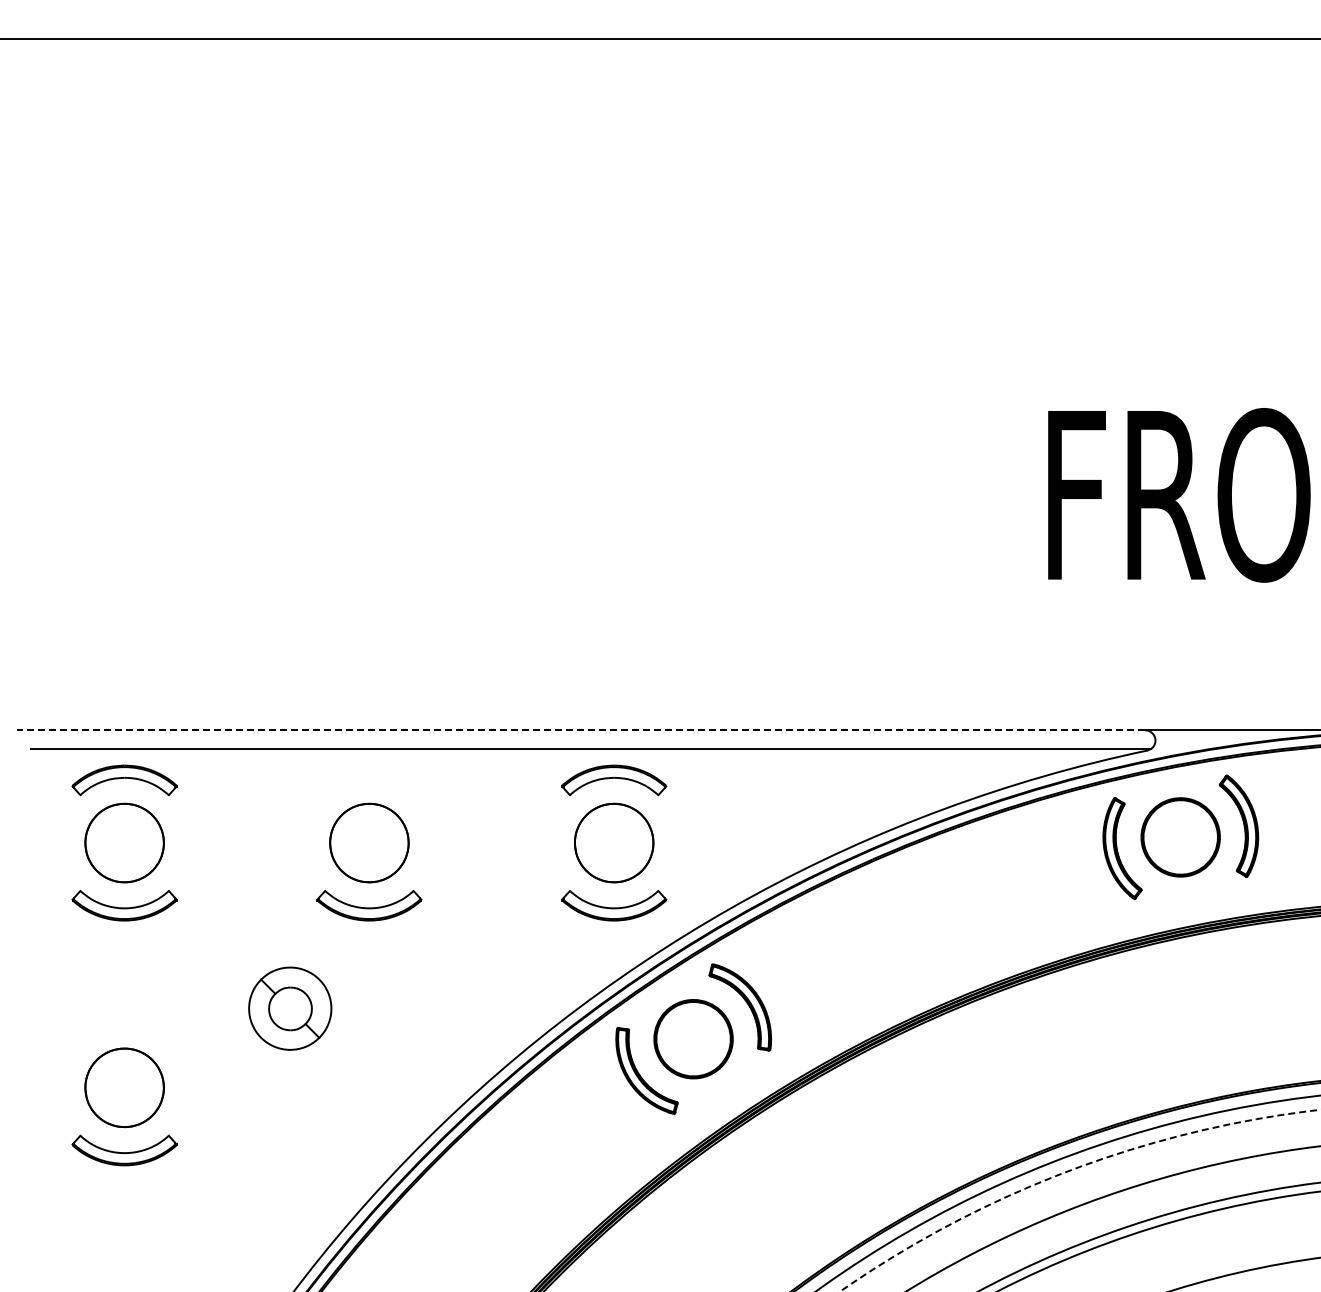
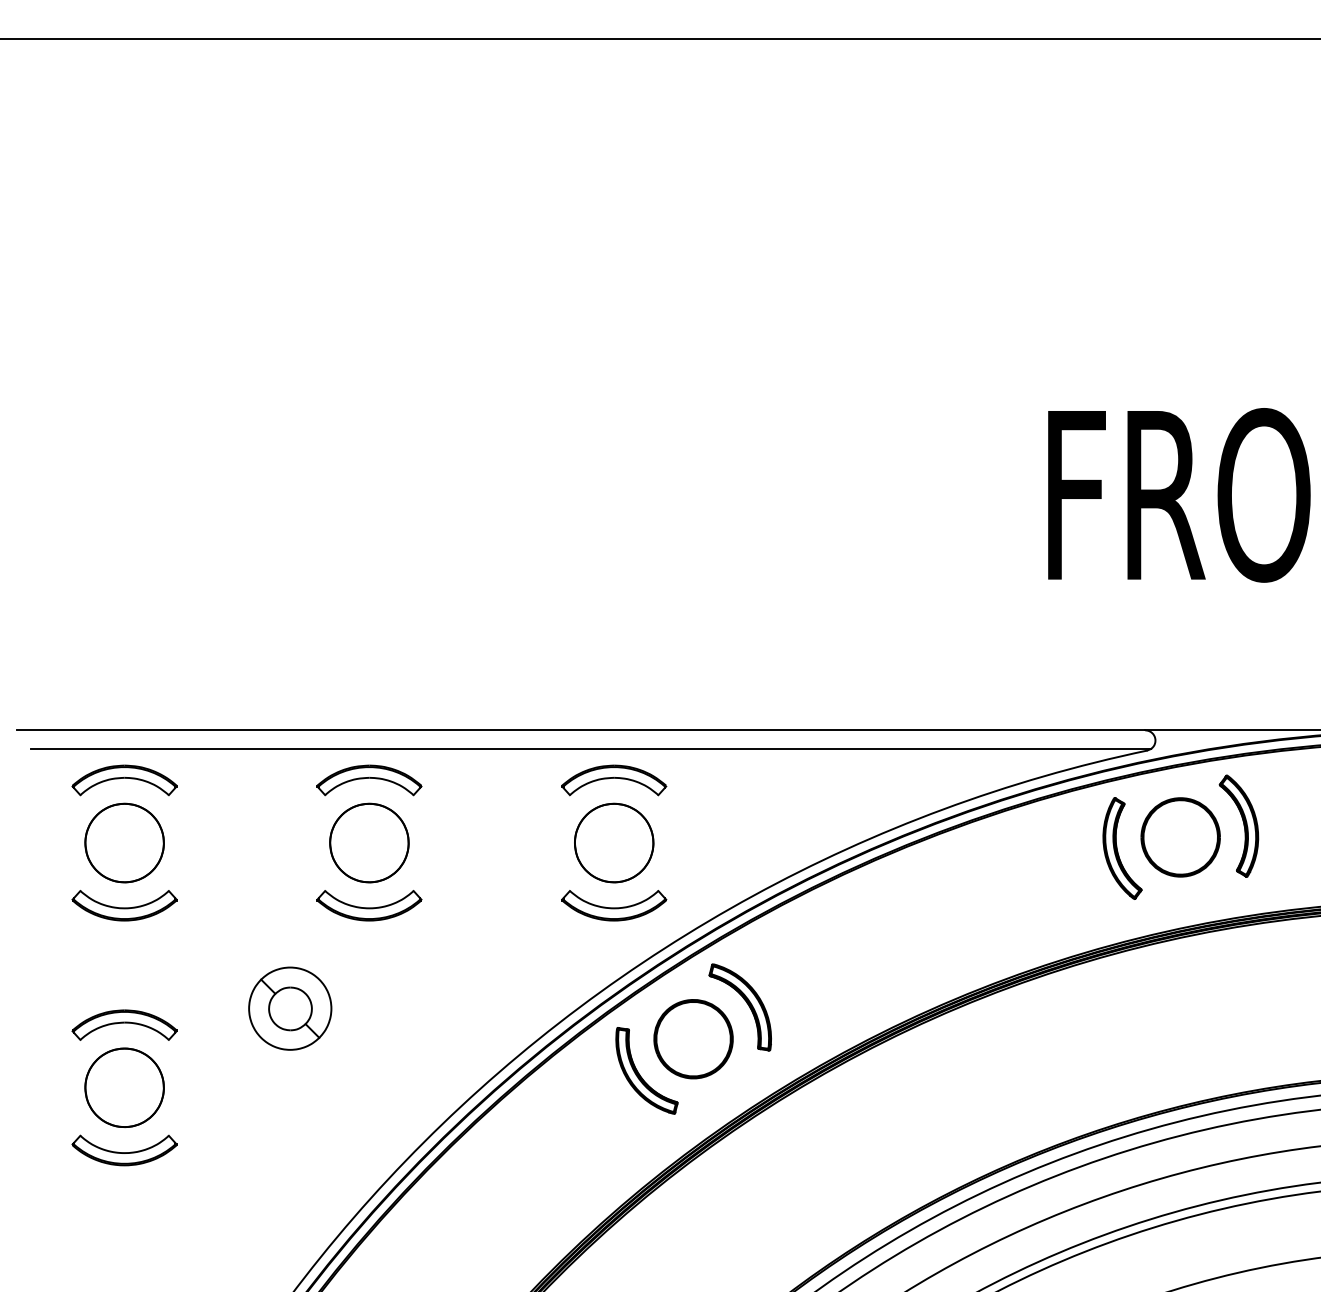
line at (580, 730): dashed -> solid
part at (369, 780): none -> present
part at (124, 1024): none -> present
circle at (1080, 1200): dashed -> solid
